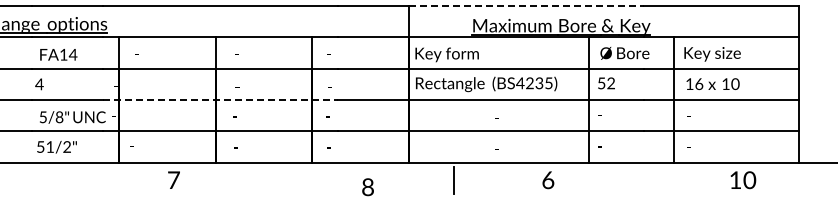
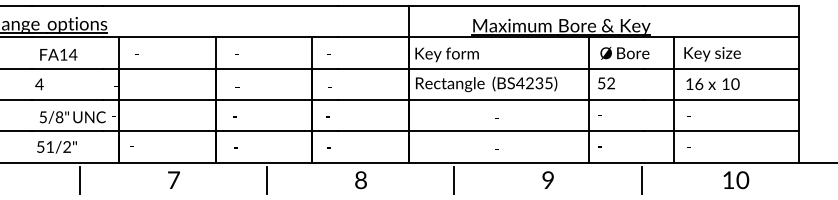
line at (526, 6): dashed -> solid
line at (220, 99): dashed -> solid
line at (80, 179): none -> present
line at (267, 179): none -> present
line at (641, 179): none -> present
text at (548, 180): 6 -> 9
text at (743, 180) position: (743, 180) -> (736, 180)
text at (367, 187) position: (367, 187) -> (360, 180)
